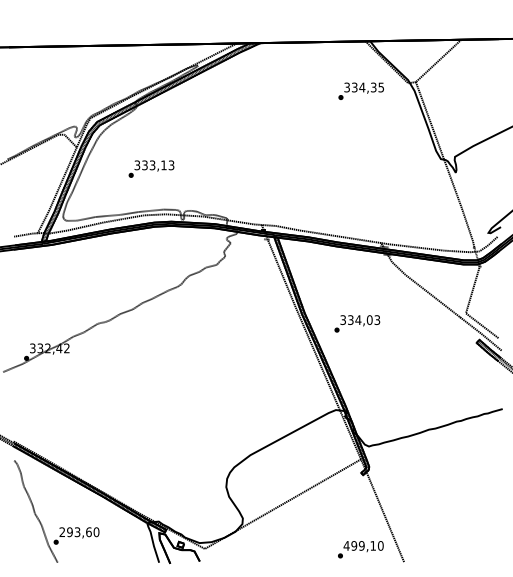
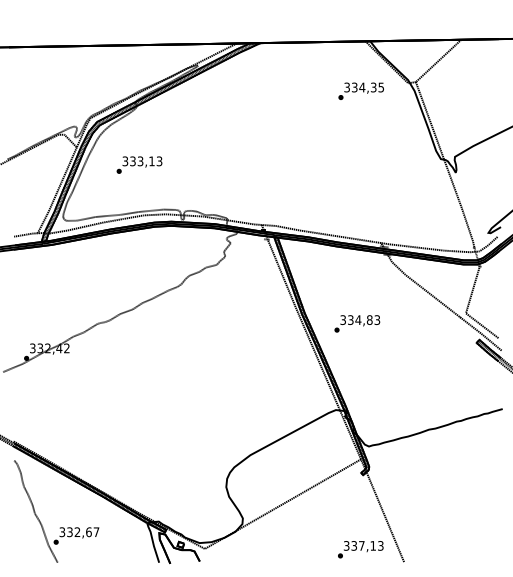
text at (151, 168) position: (151, 168) -> (139, 164)
text at (369, 319): 334,03 -> 334,83
text at (79, 532): 293,60 -> 332,67
text at (363, 545): 499,10 -> 337,13
